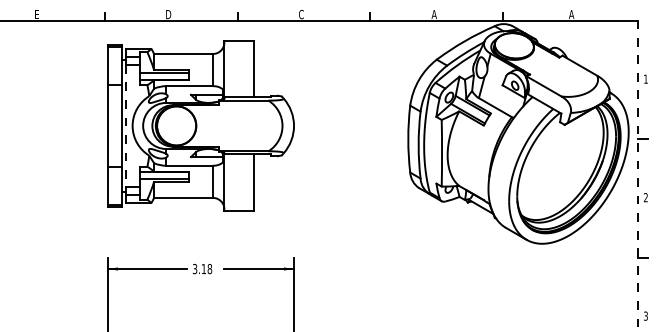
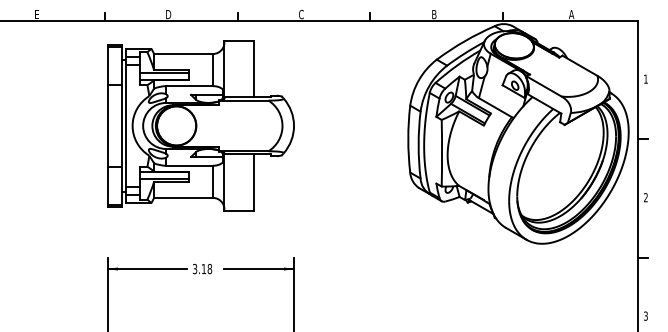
text at (433, 14): A -> B
line at (126, 126): dashed -> solid
line at (638, 175): dashed -> solid
